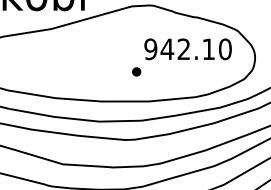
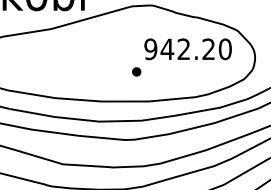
text at (208, 48): 942.10 -> 942.20
